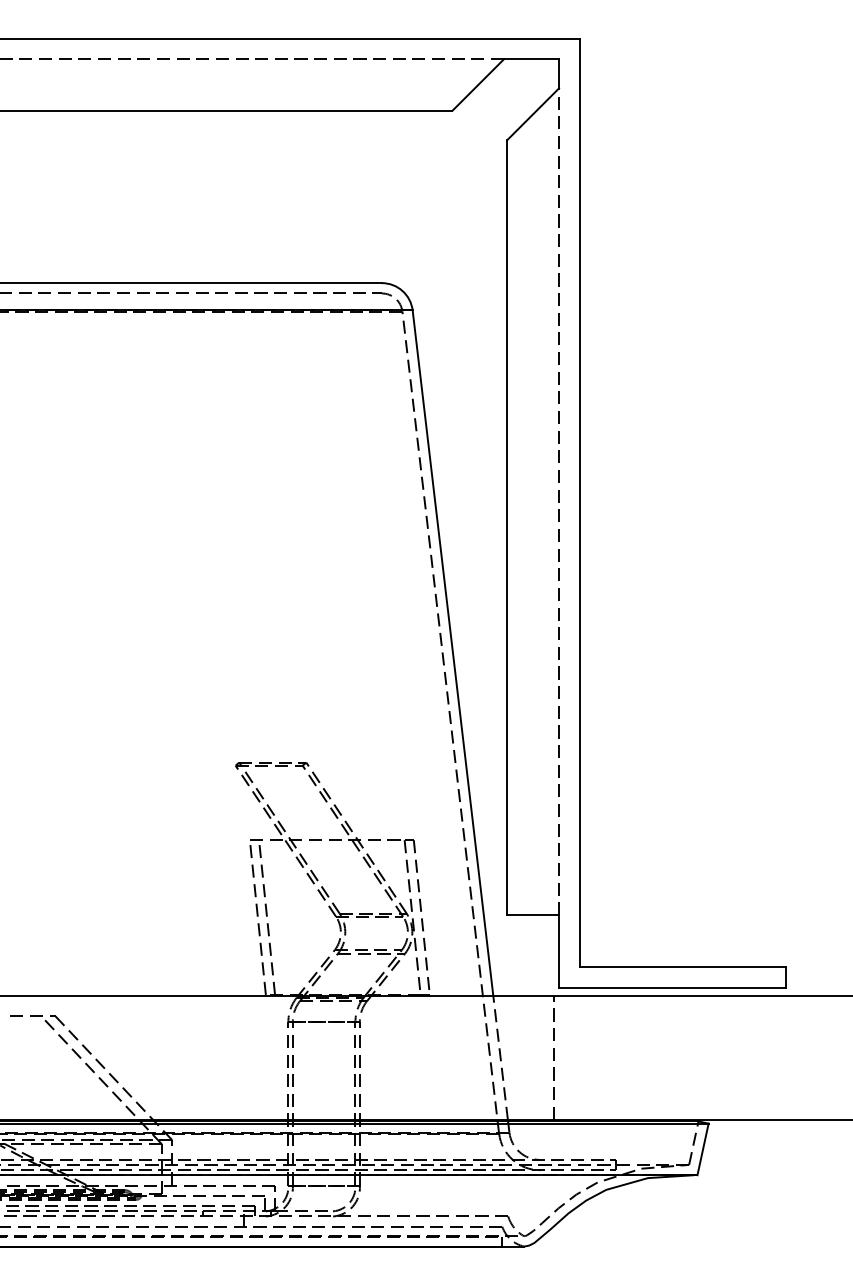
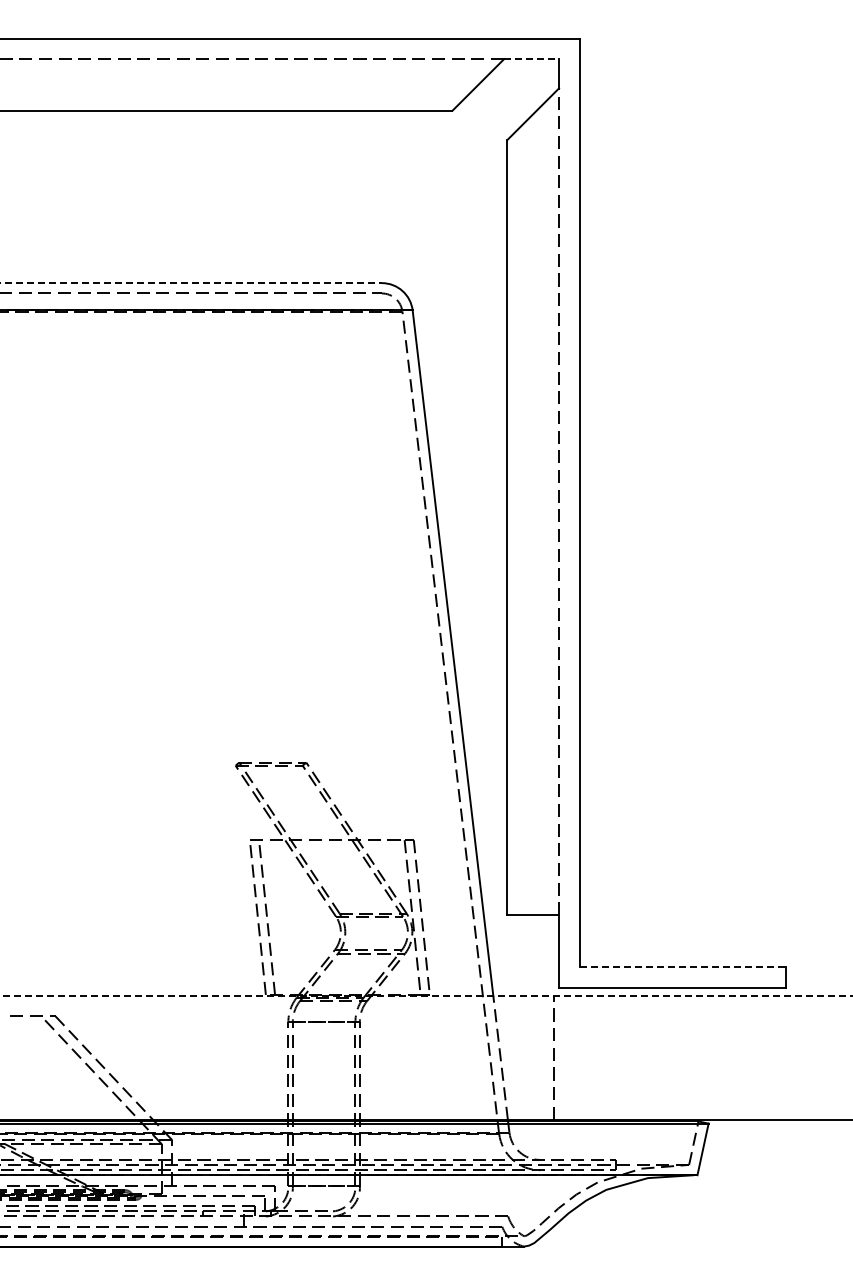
line at (532, 59): solid -> dashed
line at (191, 283): solid -> dashed
line at (683, 966): solid -> dashed
line at (426, 996): solid -> dashed
